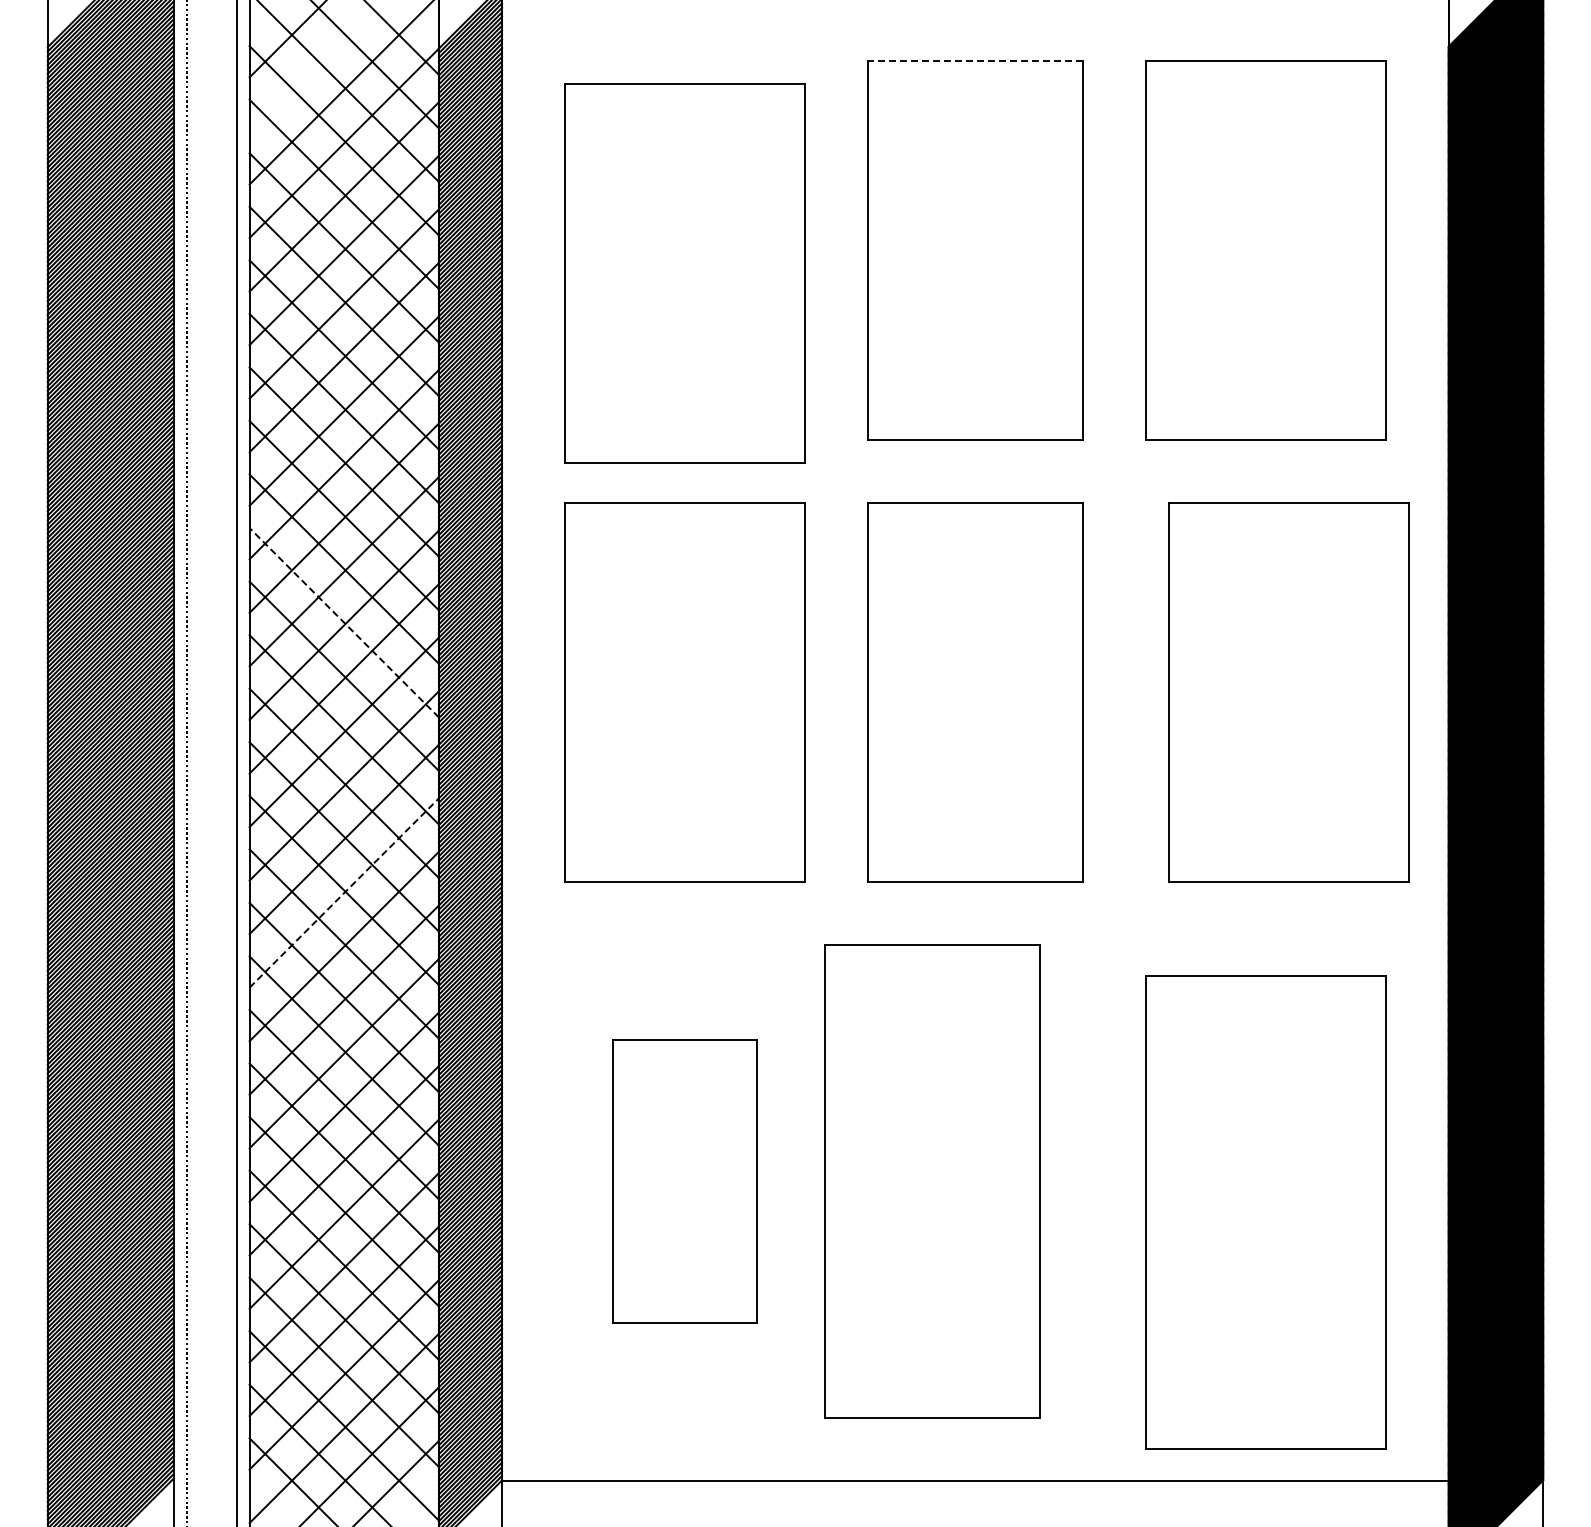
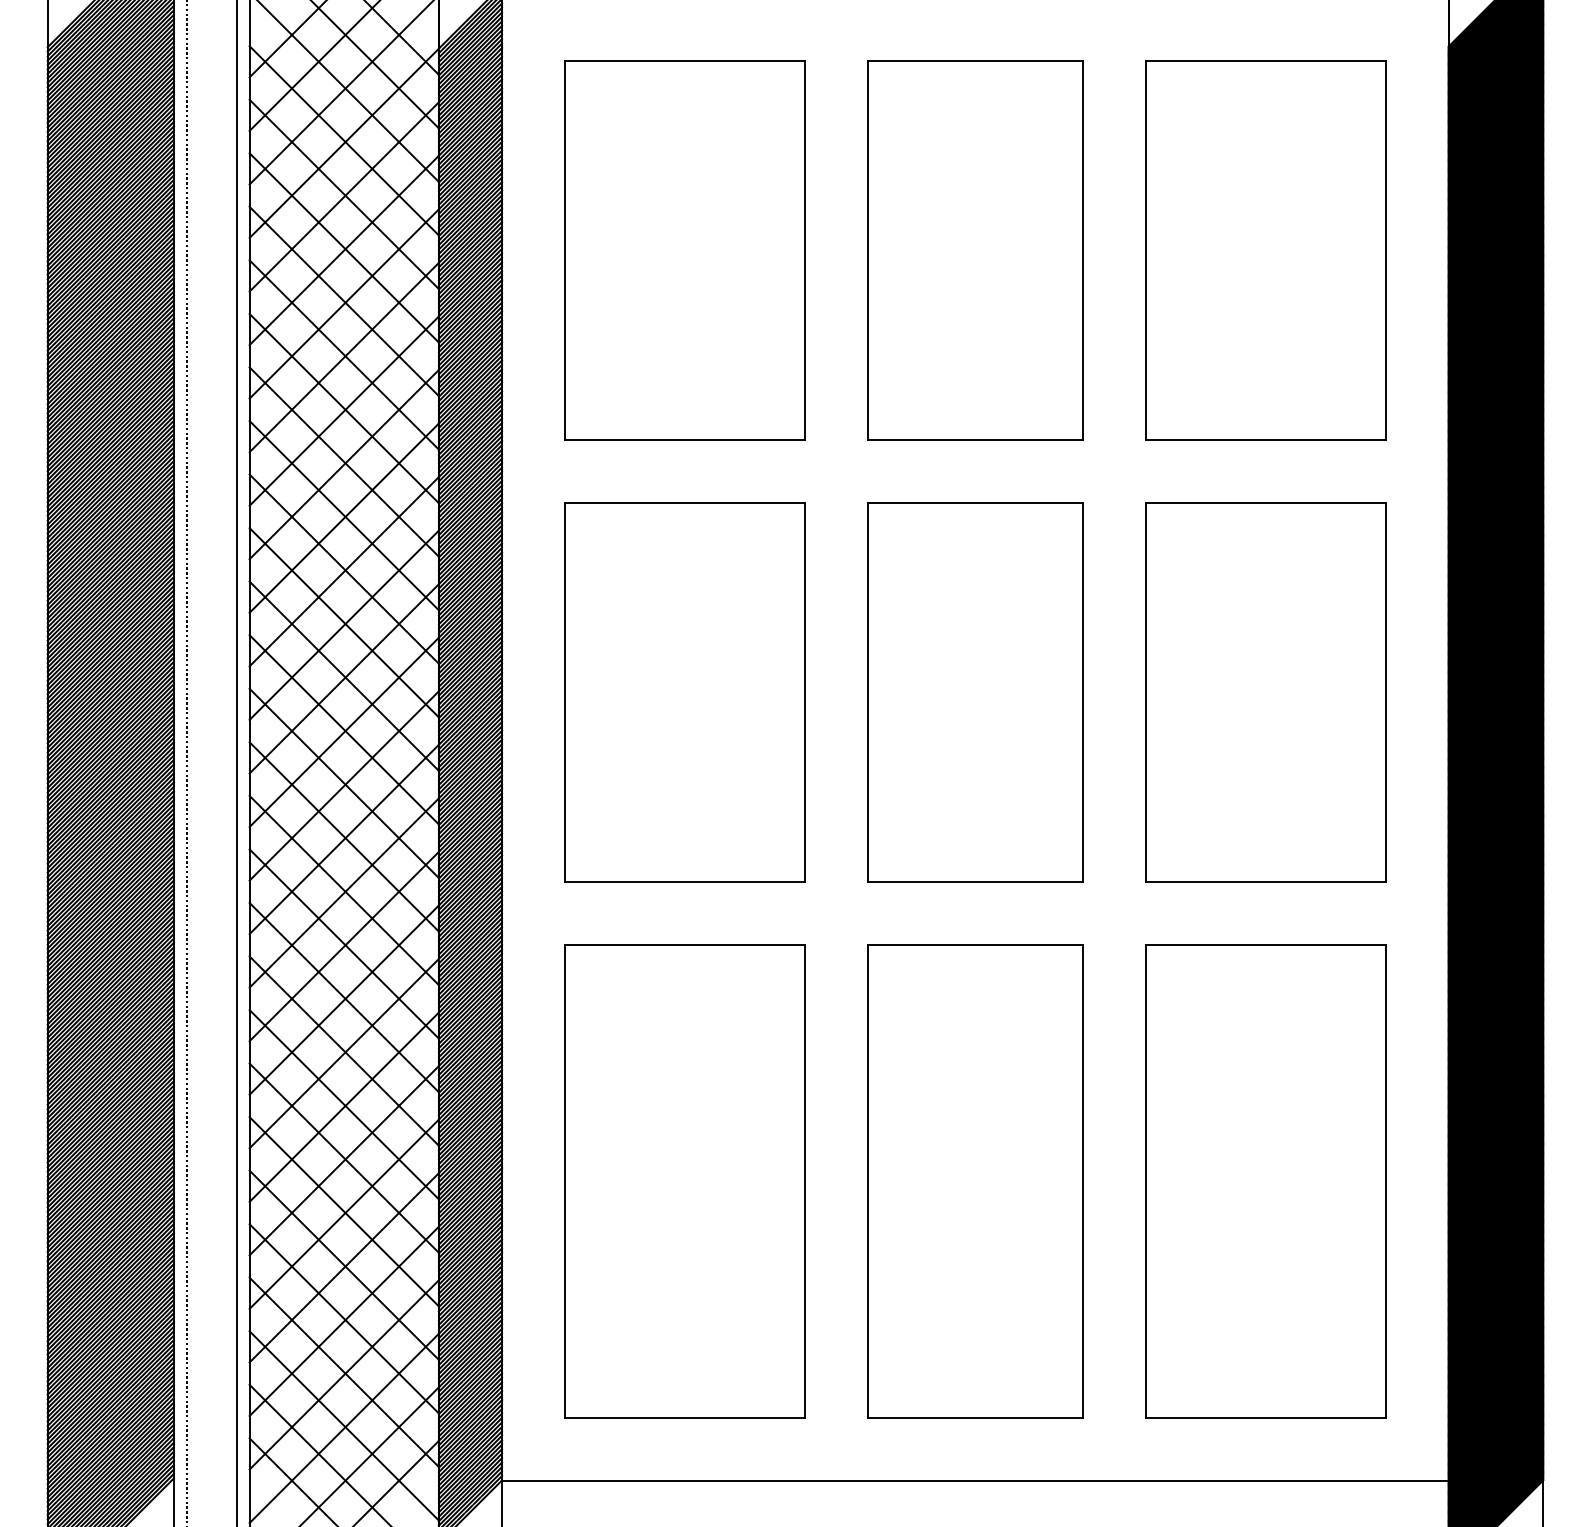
line at (974, 61): dashed -> solid
line at (313, 66): none -> present
part at (684, 273) position: (684, 273) -> (684, 250)
line at (344, 622): dashed -> solid
part at (1288, 692) position: (1288, 692) -> (1265, 692)
line at (344, 893): dashed -> solid
part at (684, 1181) size: 146x285 px -> 242x475 px
part at (932, 1181) position: (932, 1181) -> (975, 1181)
part at (1265, 1212) position: (1265, 1212) -> (1265, 1181)
